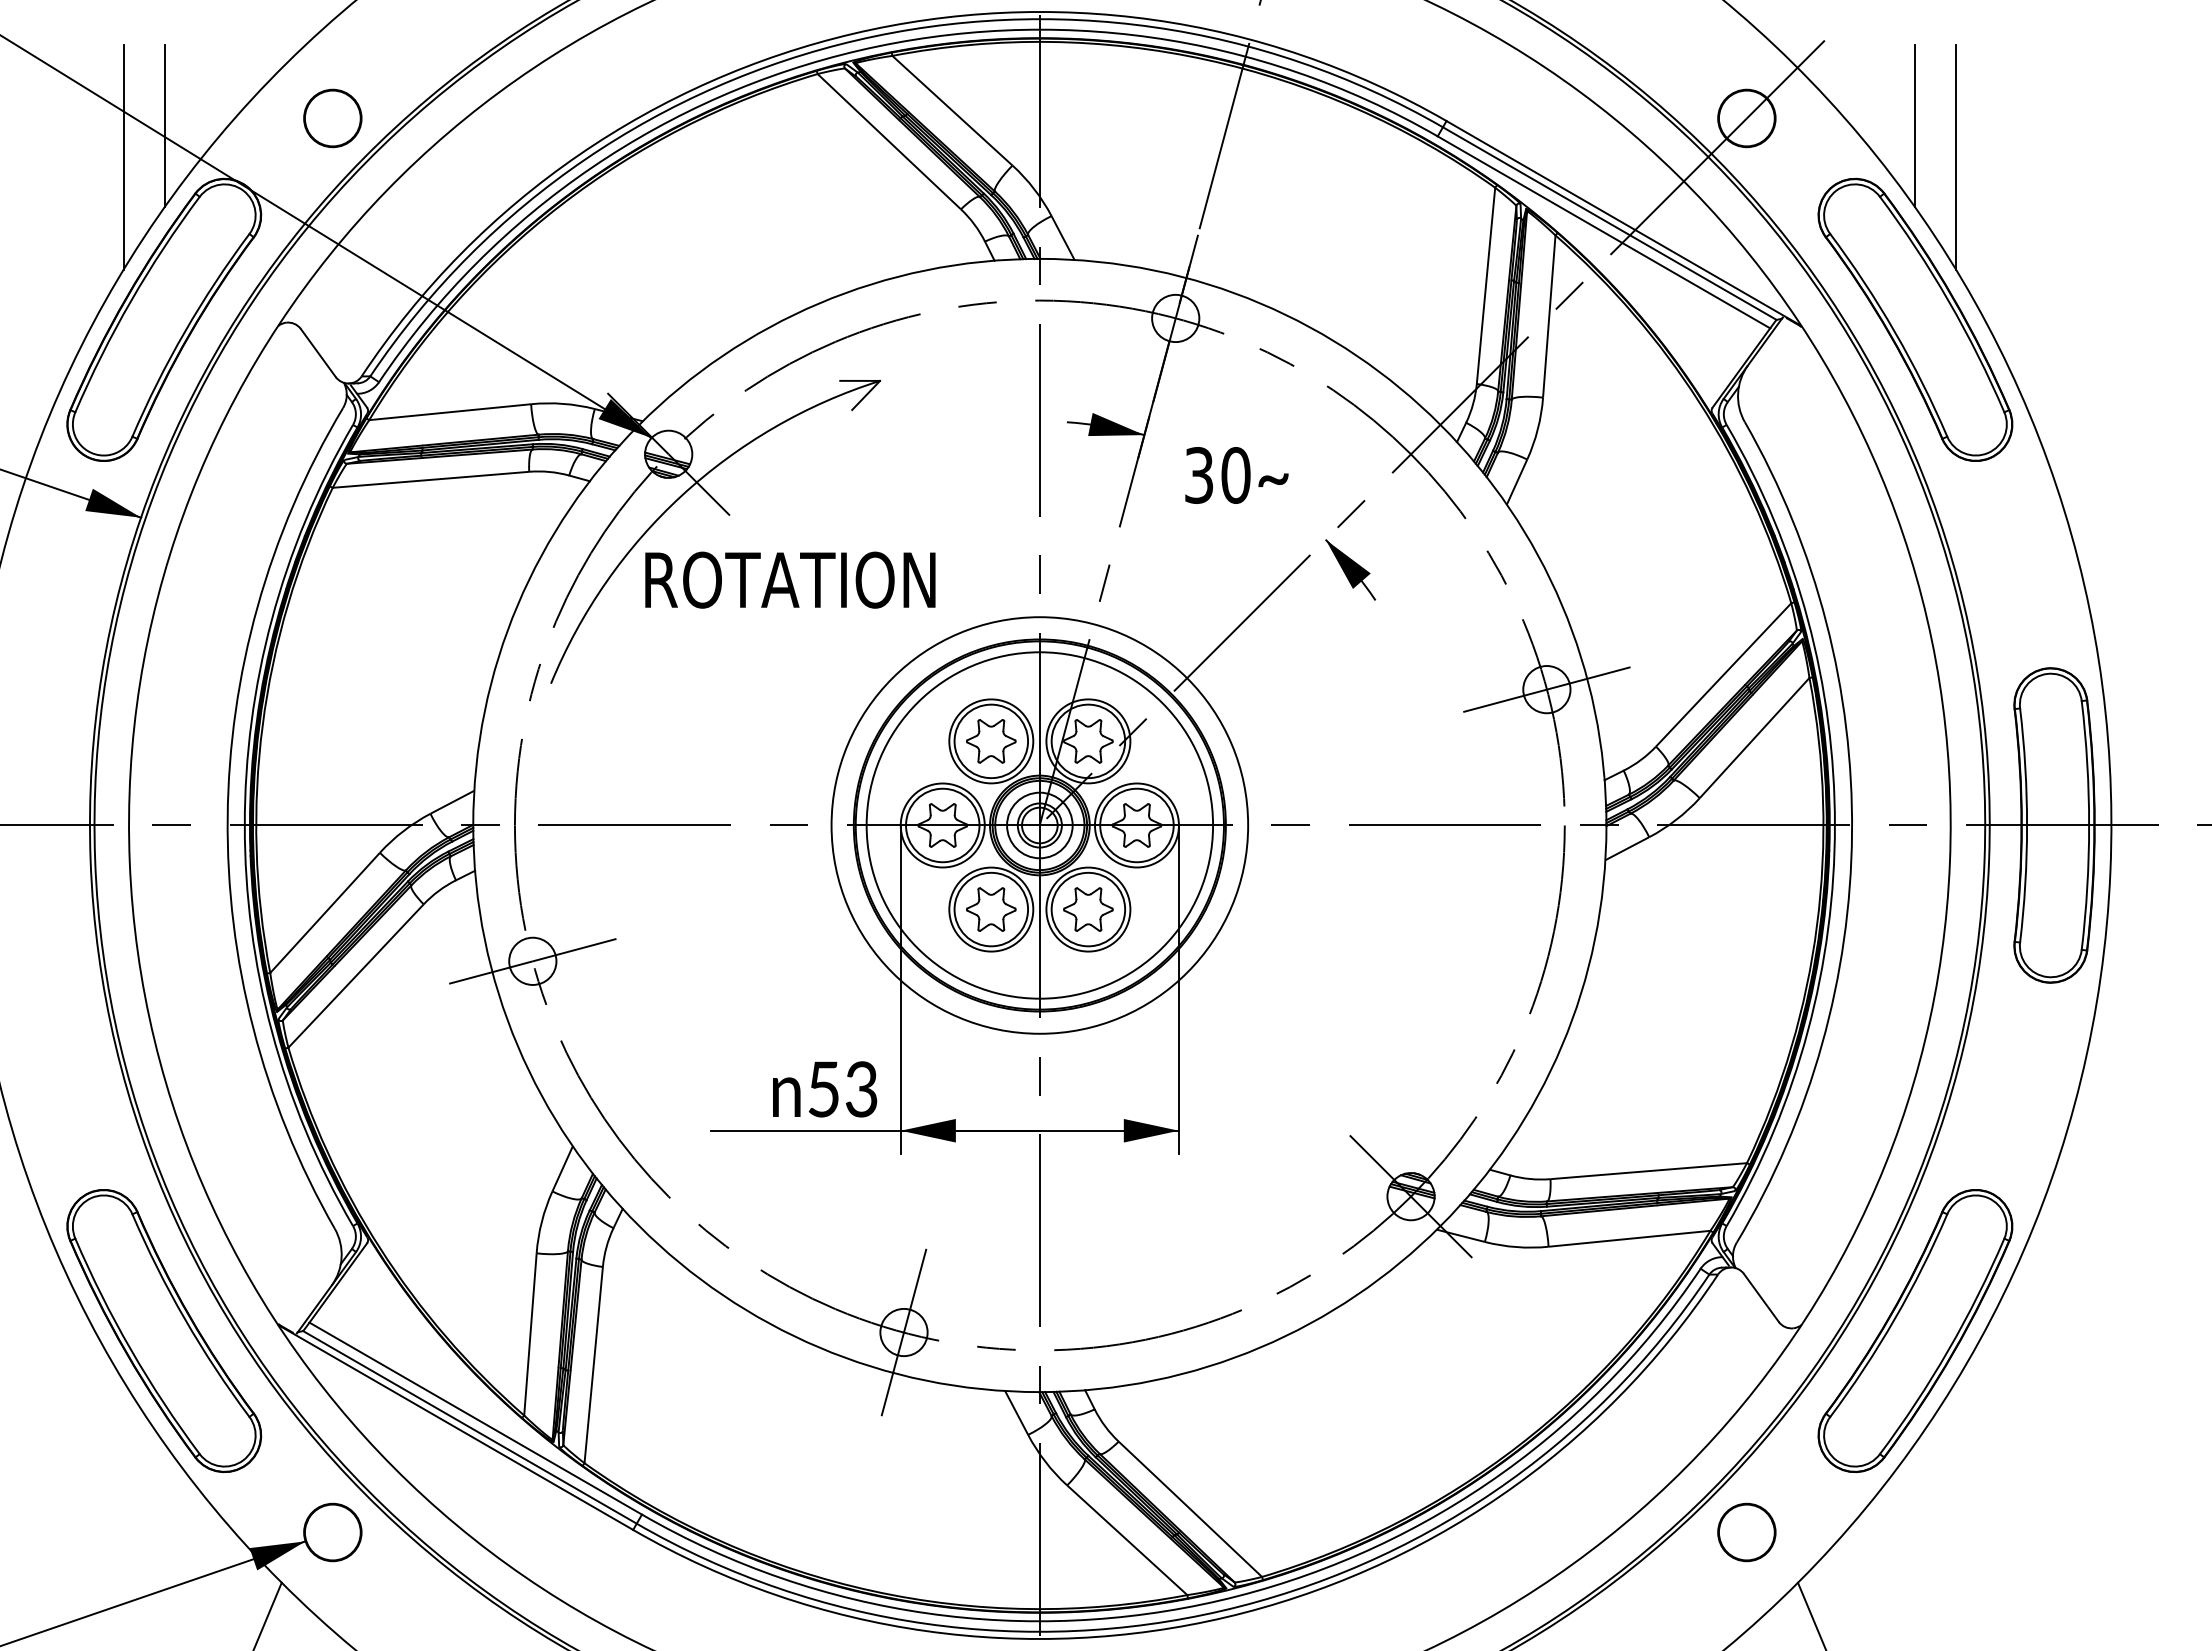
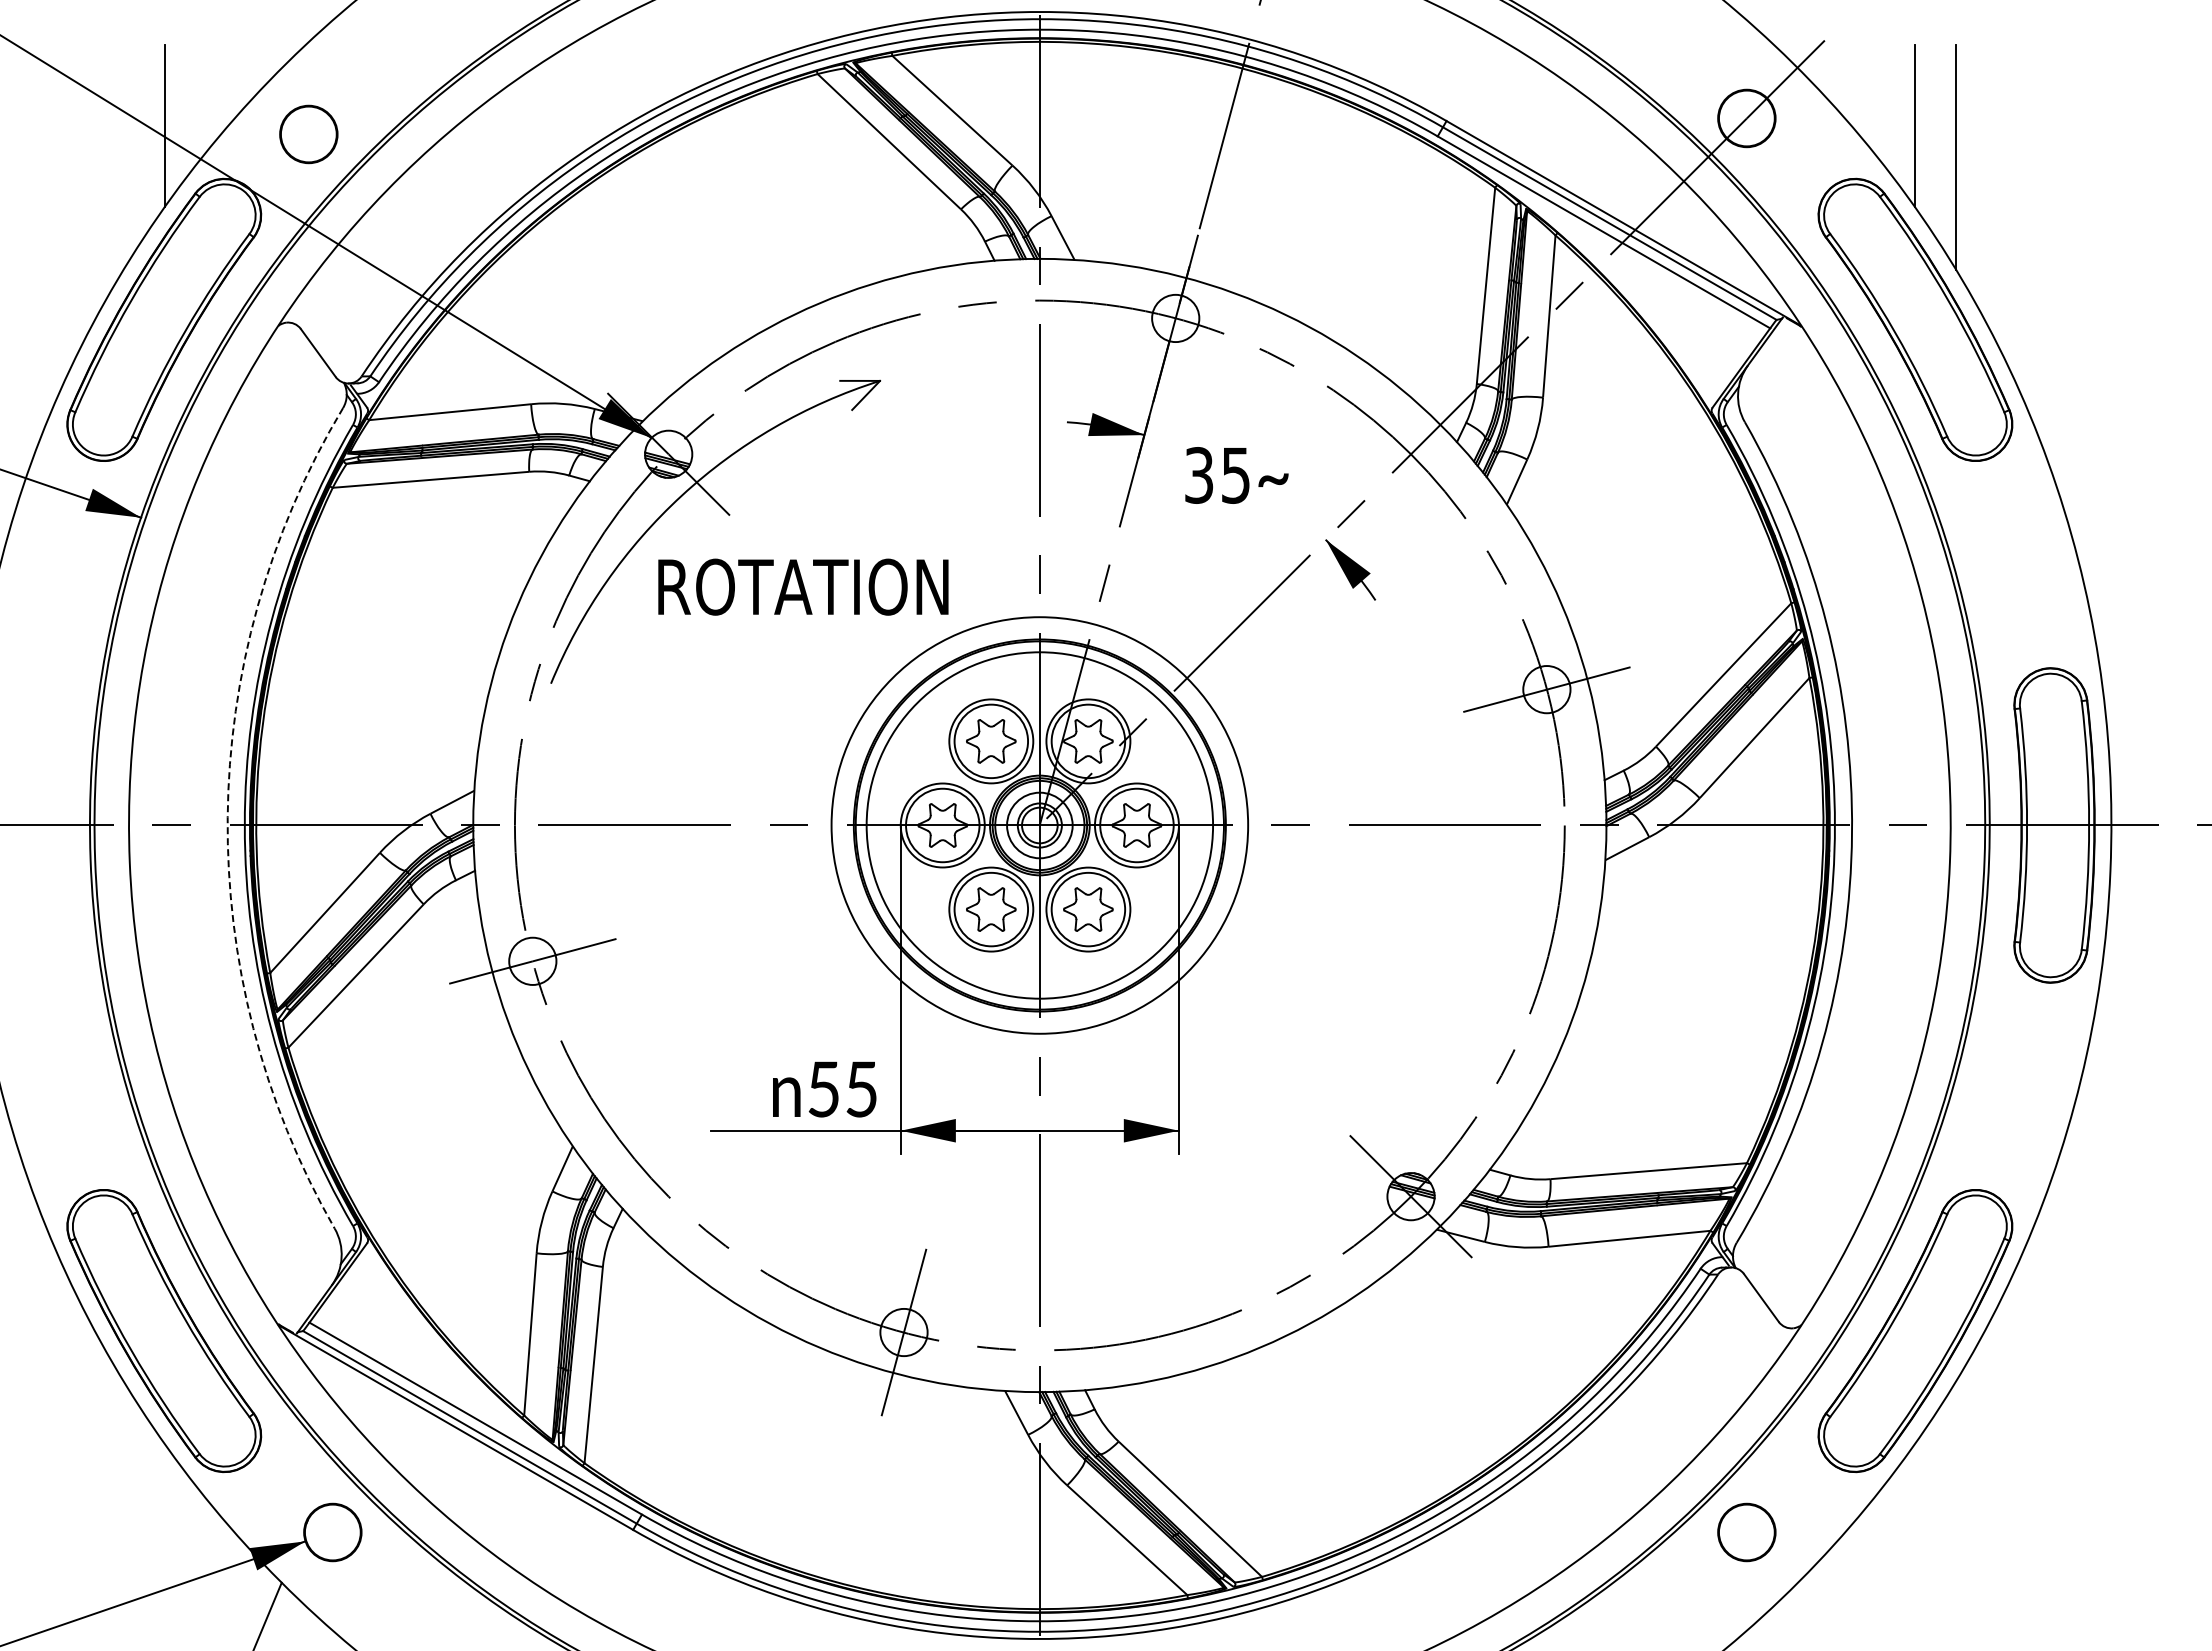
part at (332, 118) position: (332, 118) -> (308, 134)
line at (123, 157): present -> none
text at (1235, 475): 30 -> 35
text at (790, 579) position: (790, 579) -> (803, 586)
arc at (227, 817): solid -> dashed
text at (861, 1089): 53 -> 55
line at (1811, 1614): present -> none
